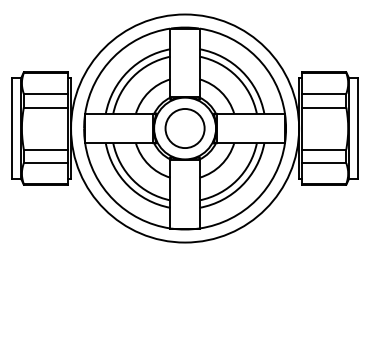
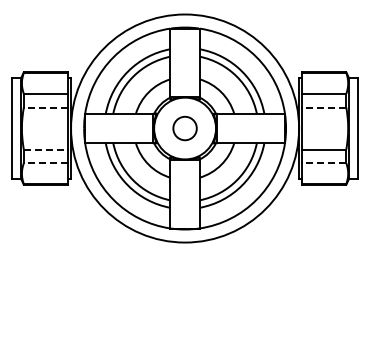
line at (45, 107): solid -> dashed
line at (324, 107): solid -> dashed
circle at (184, 128) diameter: 39 px -> 23 px
line at (45, 149): solid -> dashed
line at (45, 163): solid -> dashed
line at (324, 163): solid -> dashed
